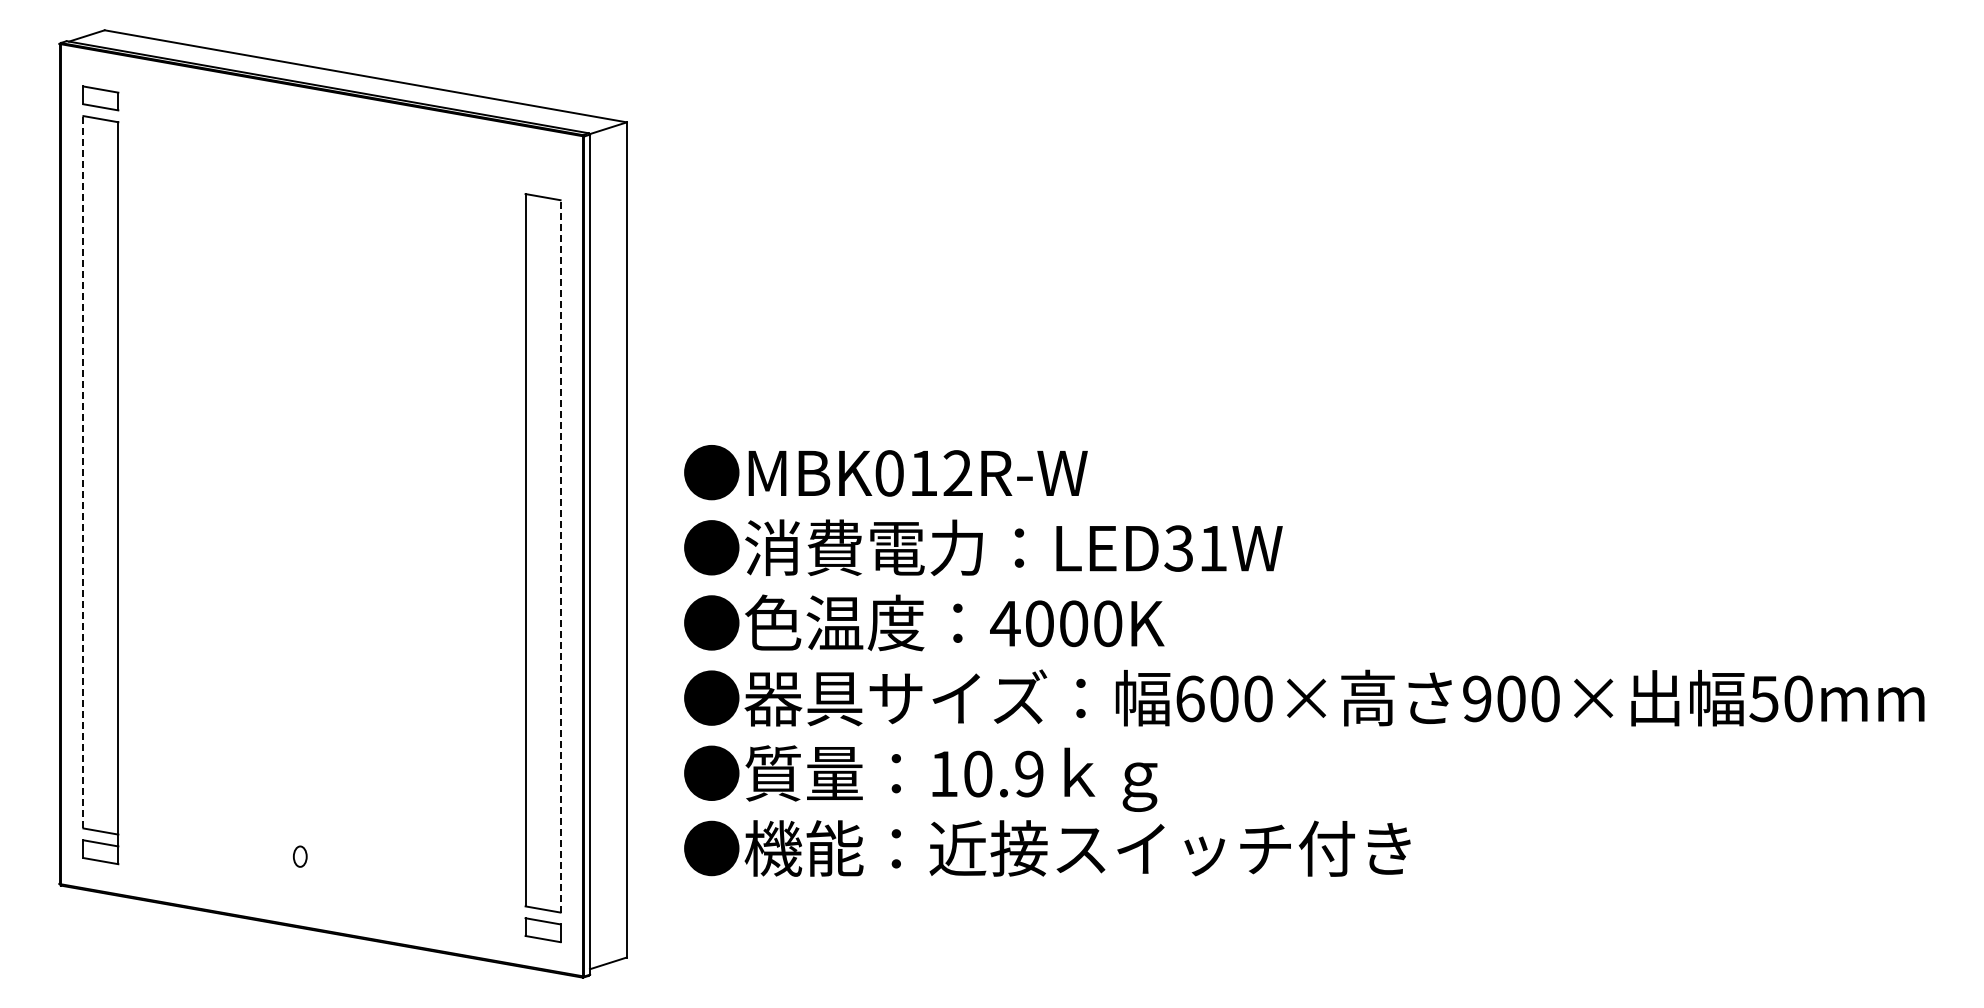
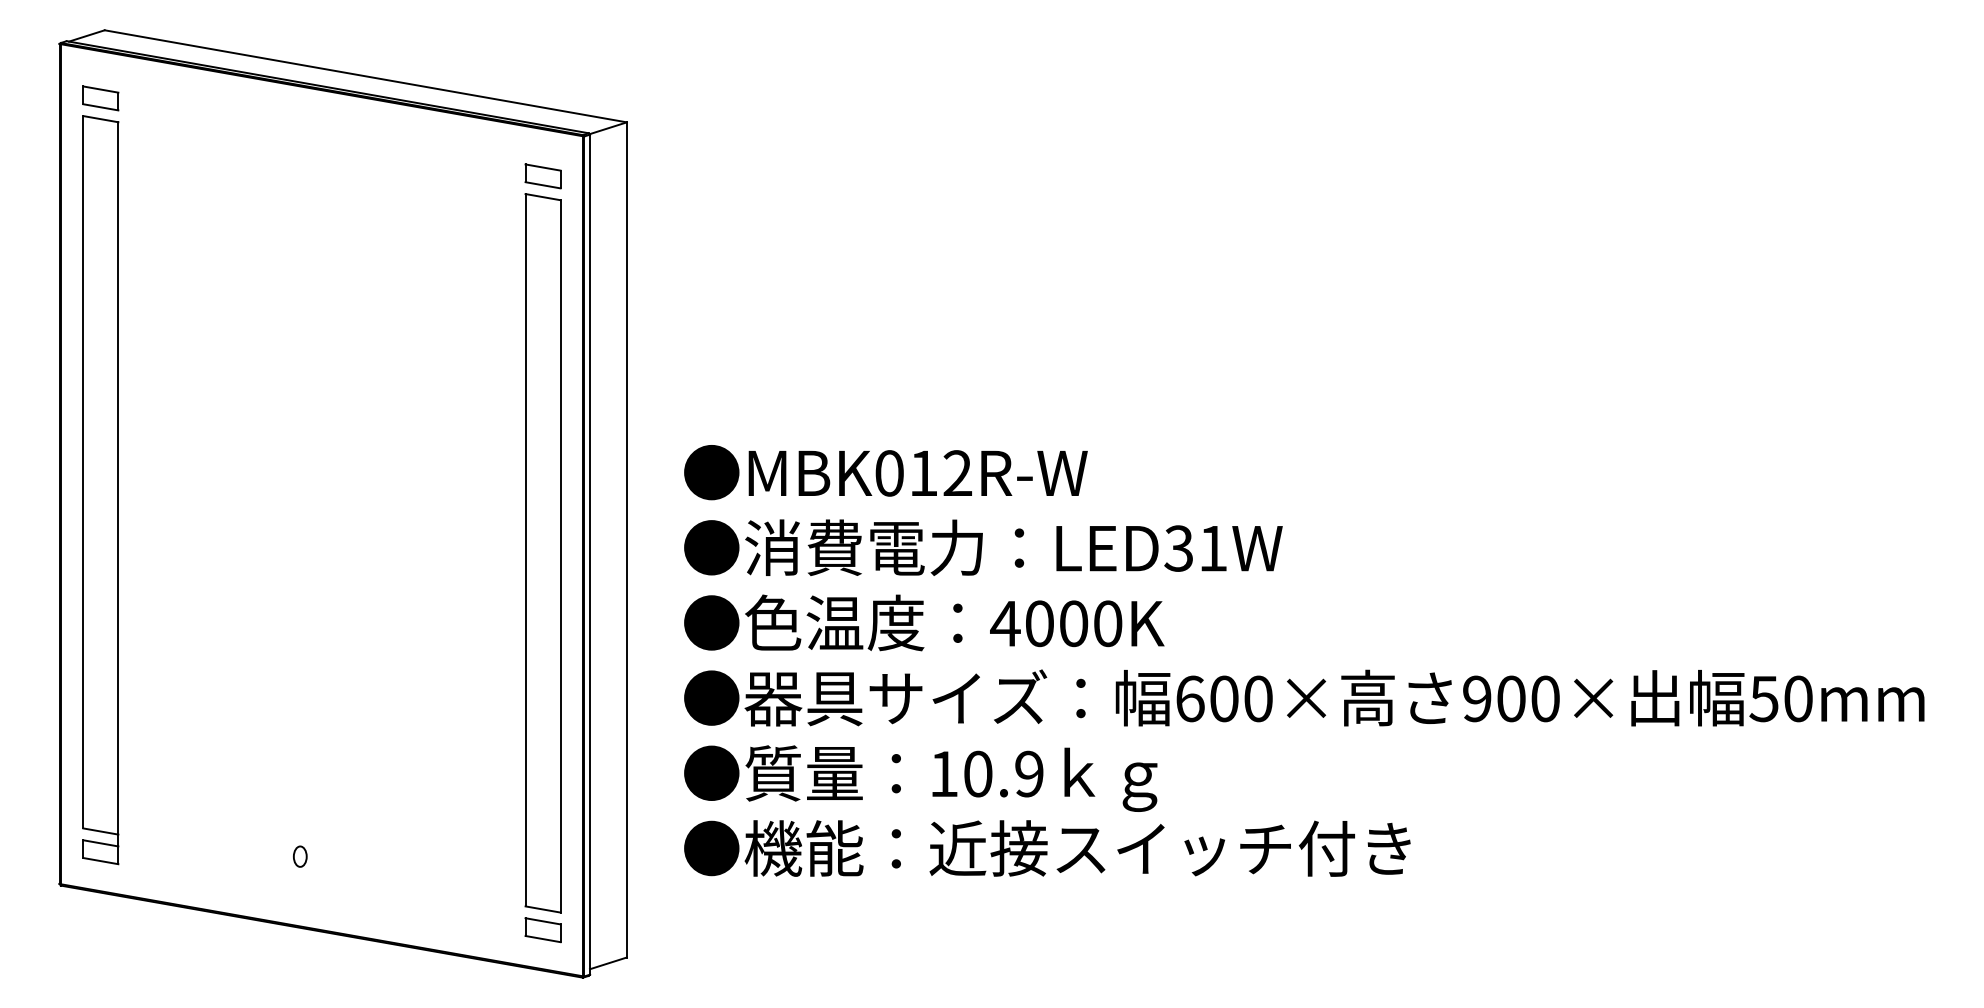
part at (542, 176): none -> present
line at (83, 471): dashed -> solid
line at (560, 555): dashed -> solid
